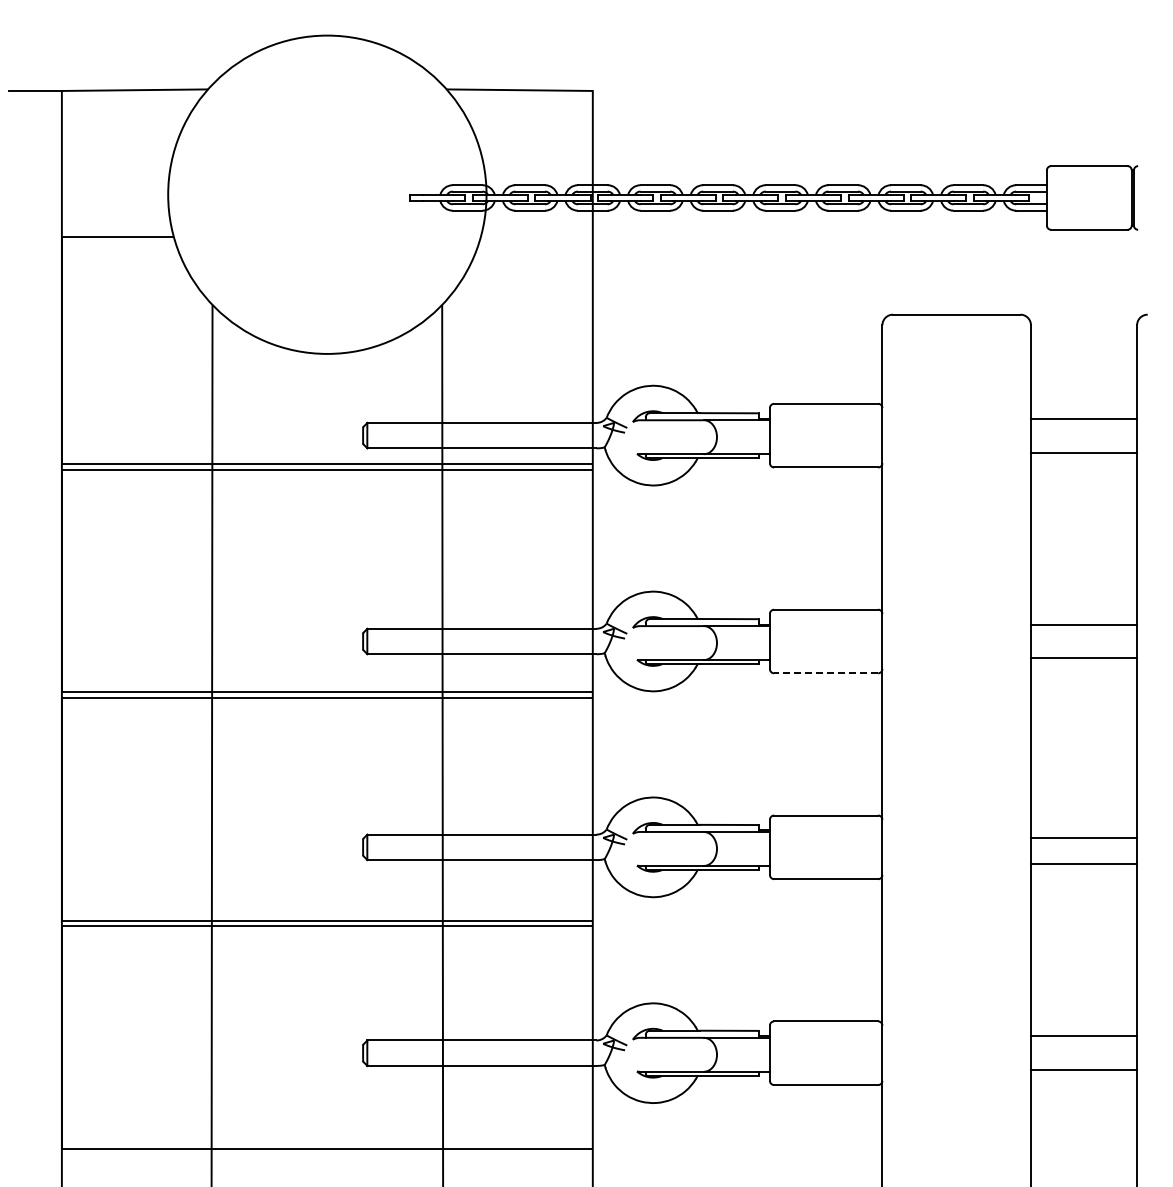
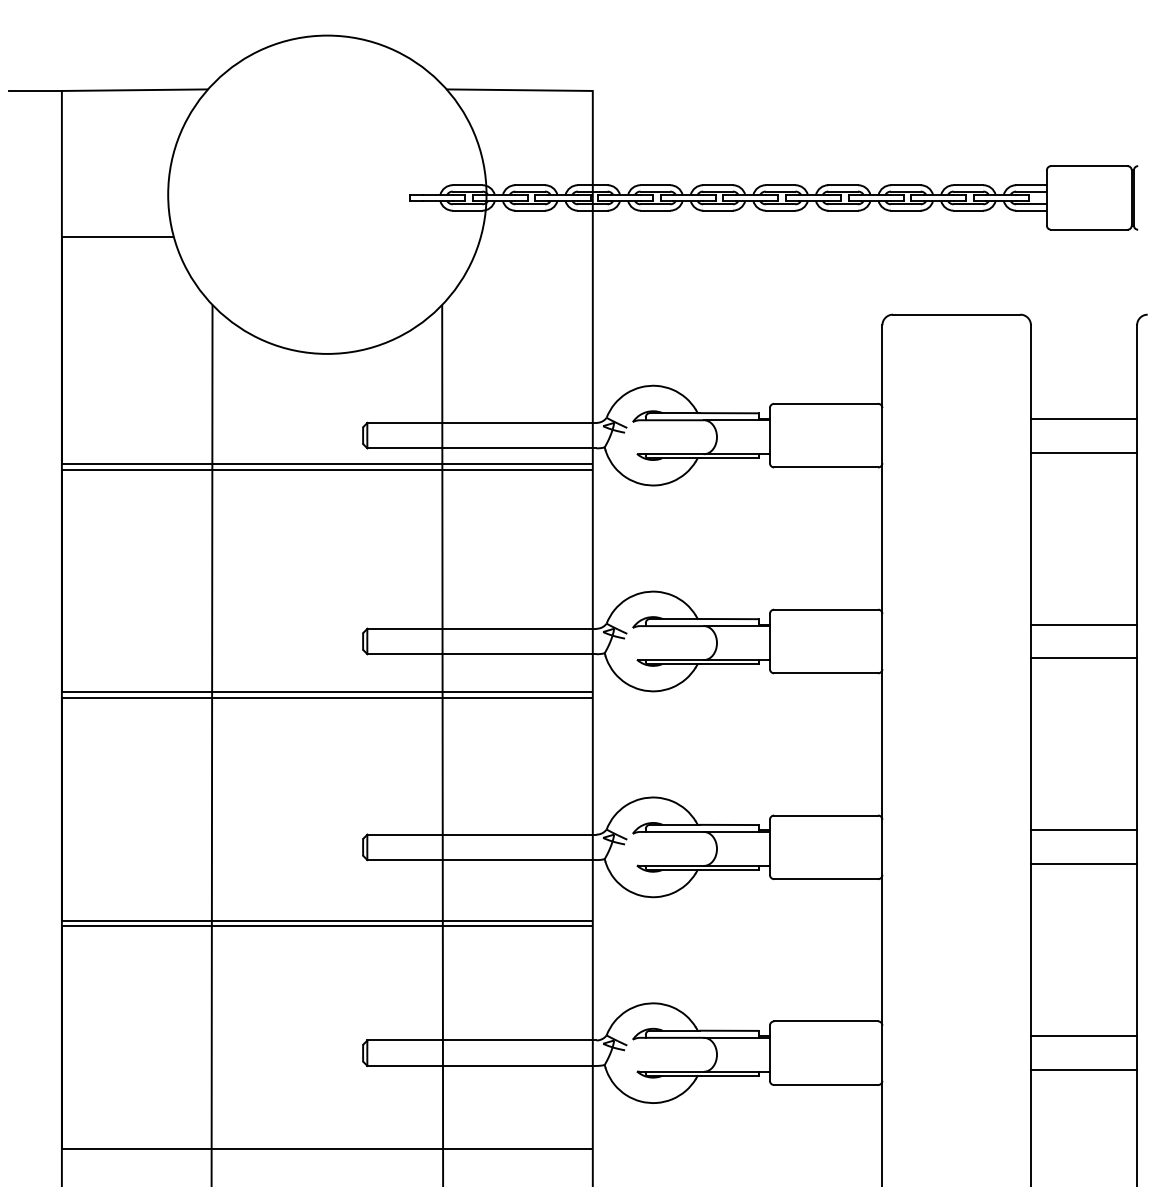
line at (826, 673): dashed -> solid
line at (1083, 838) position: (1083, 838) -> (1083, 830)
